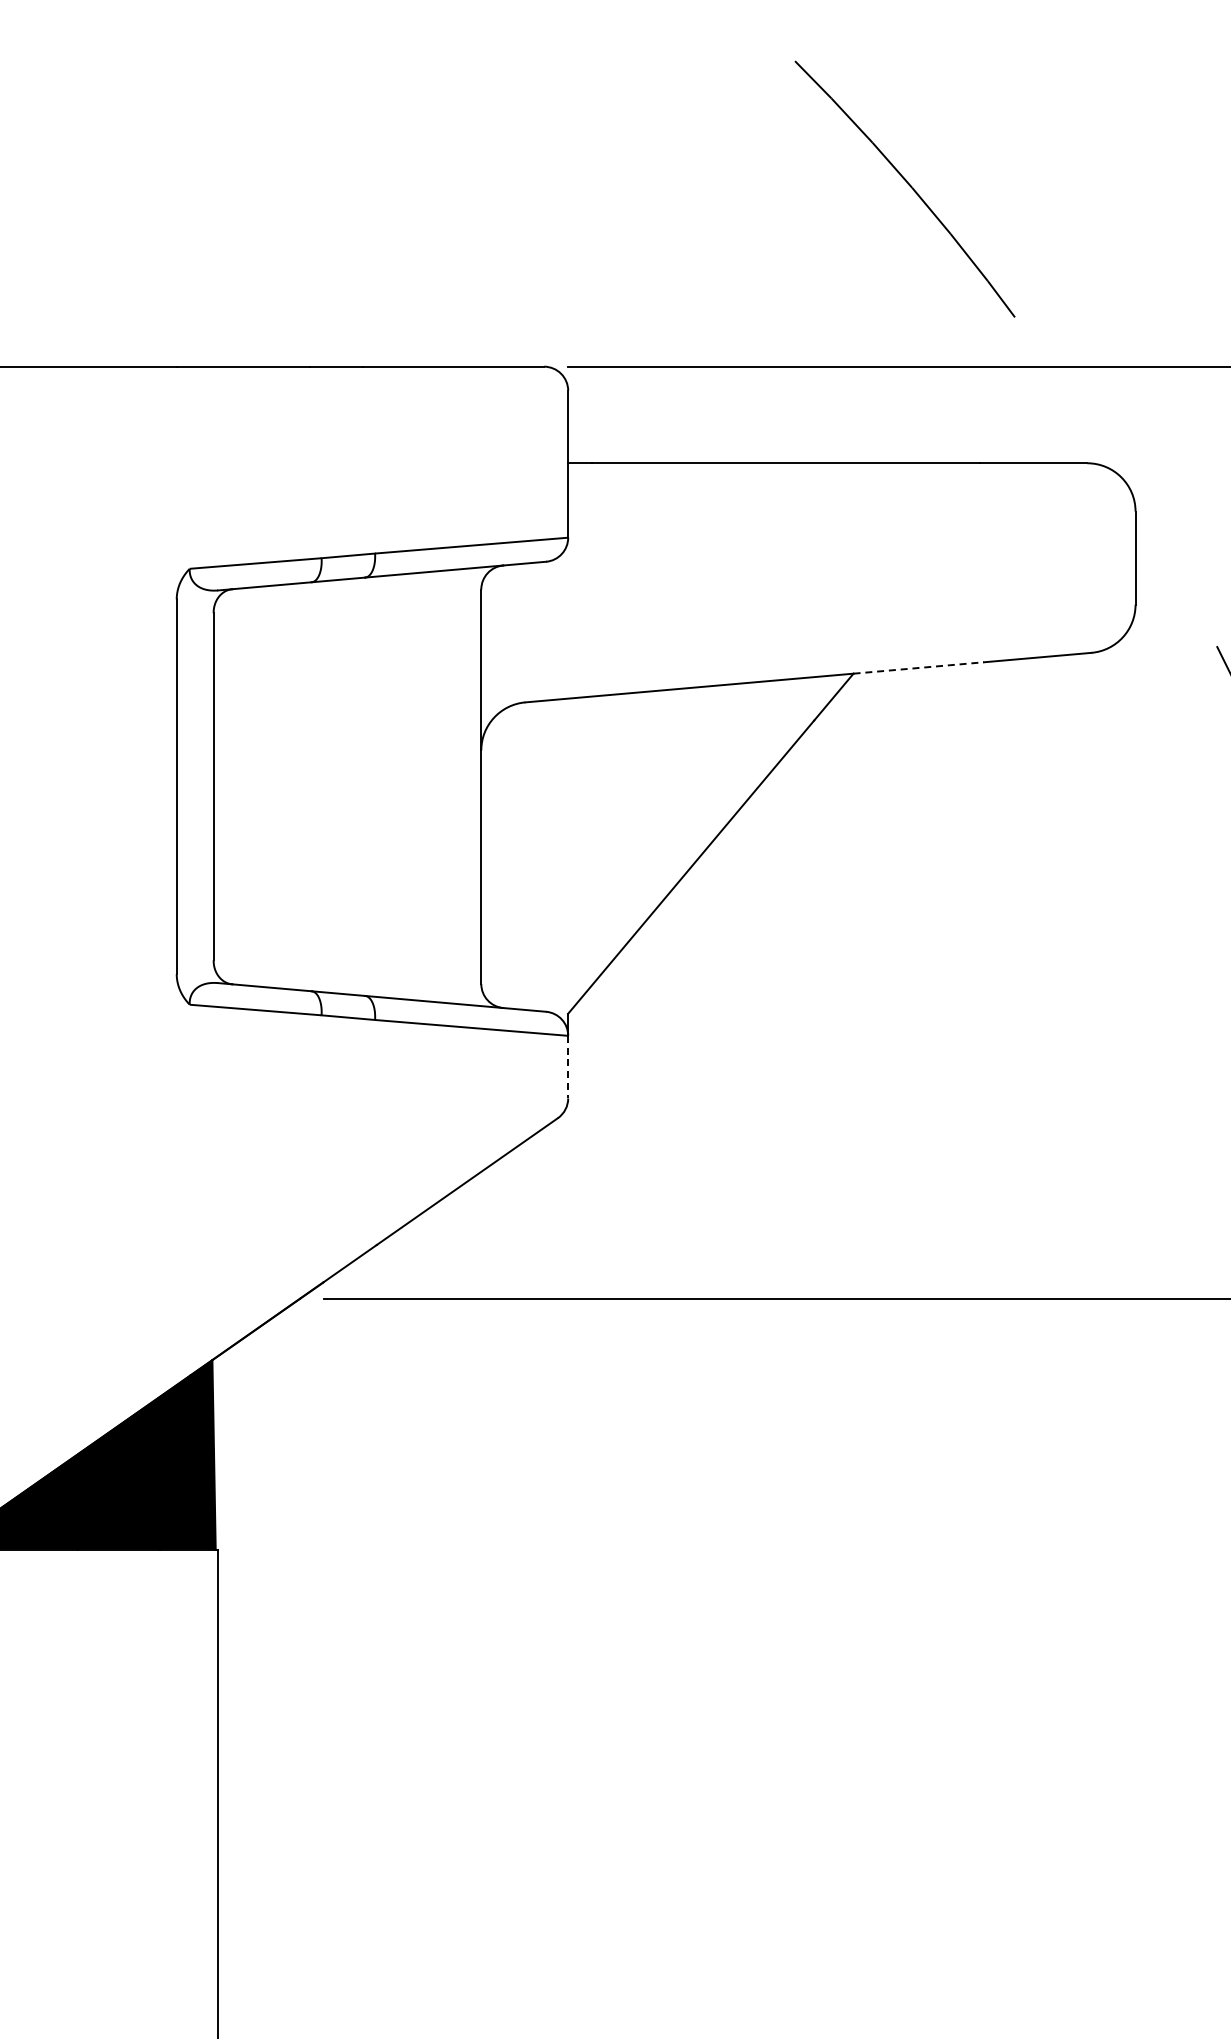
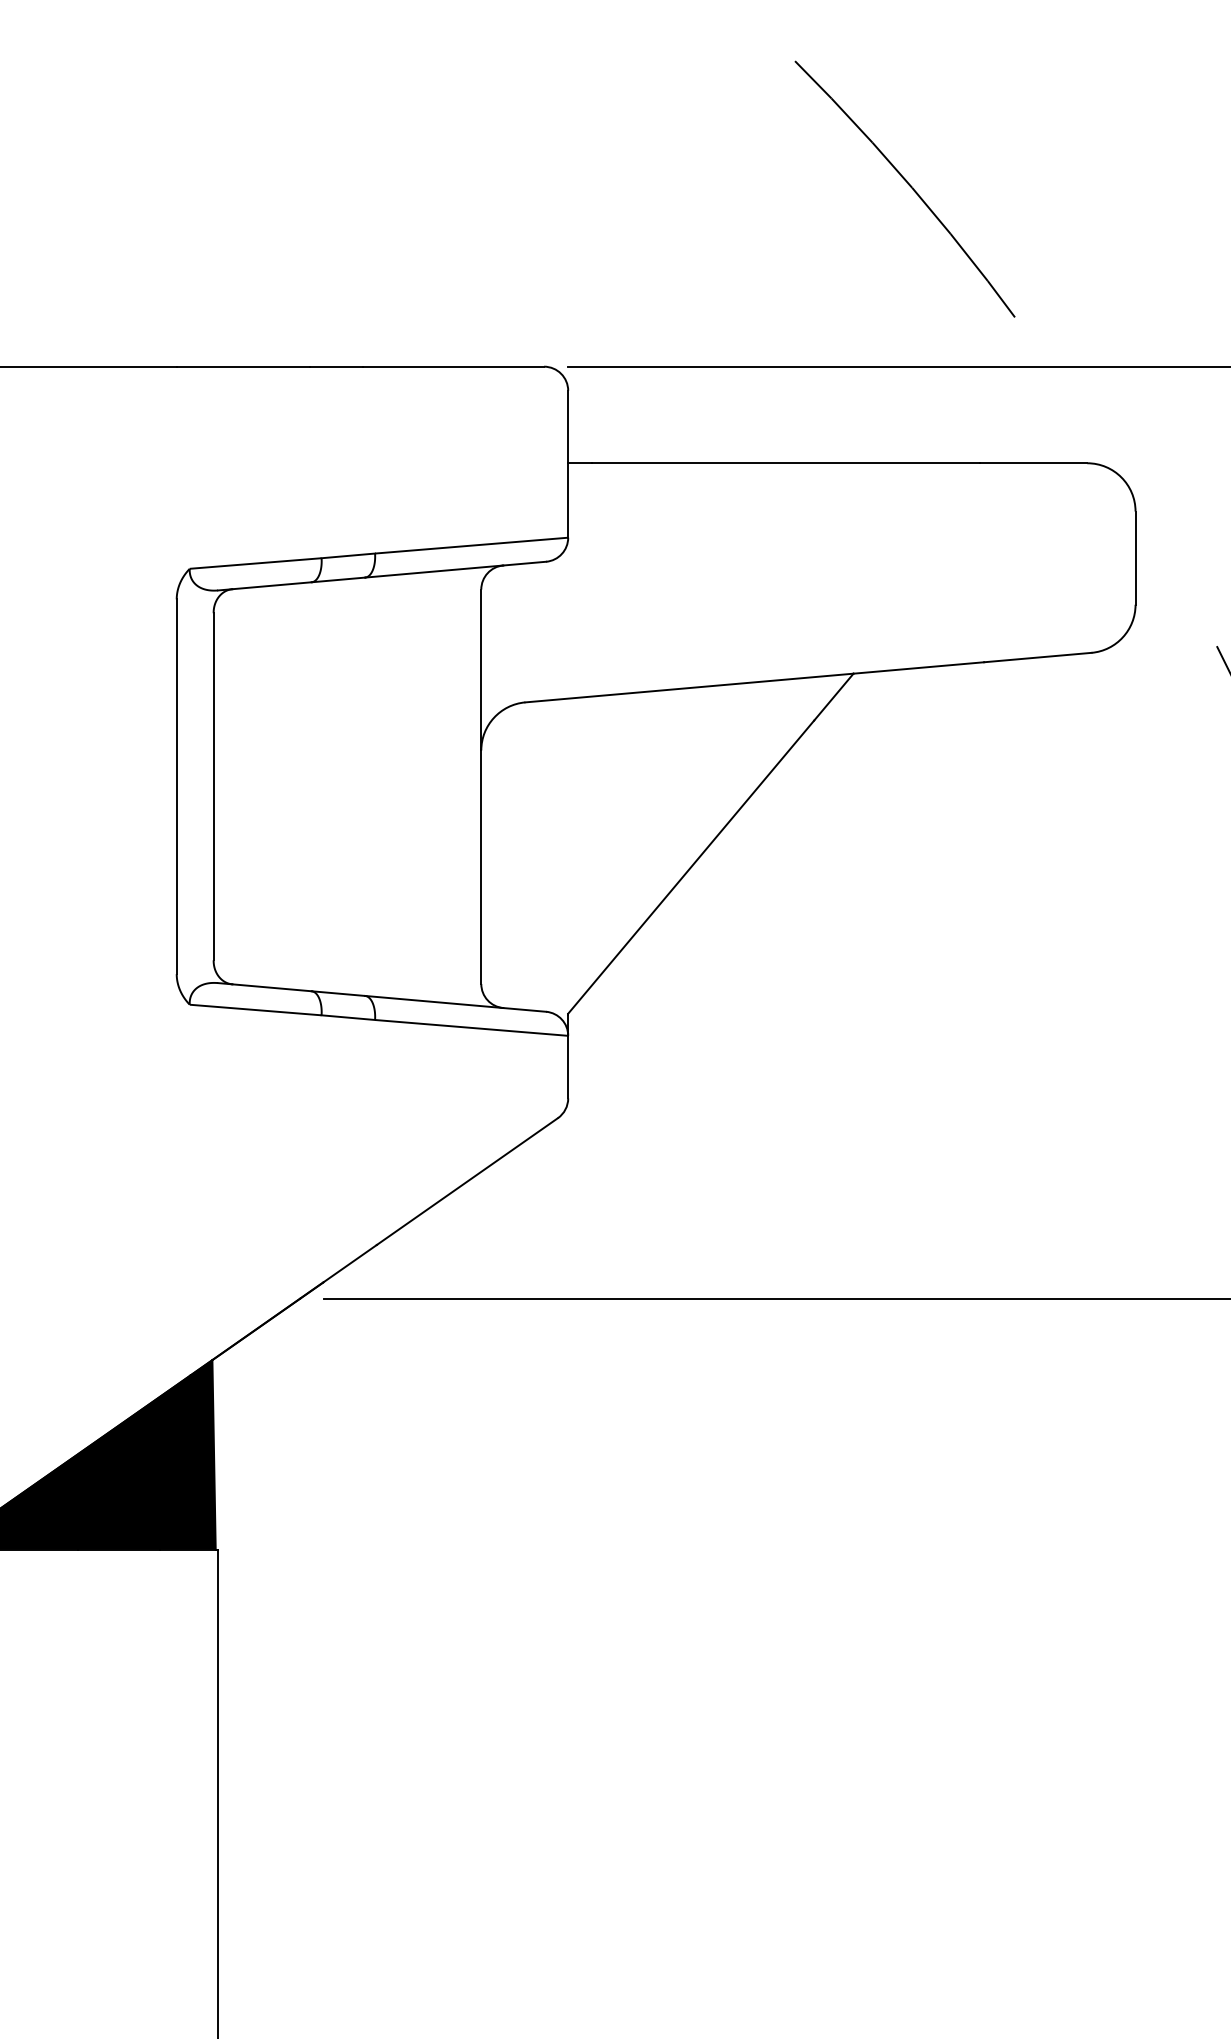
line at (918, 667): dashed -> solid
line at (568, 1067): dashed -> solid
